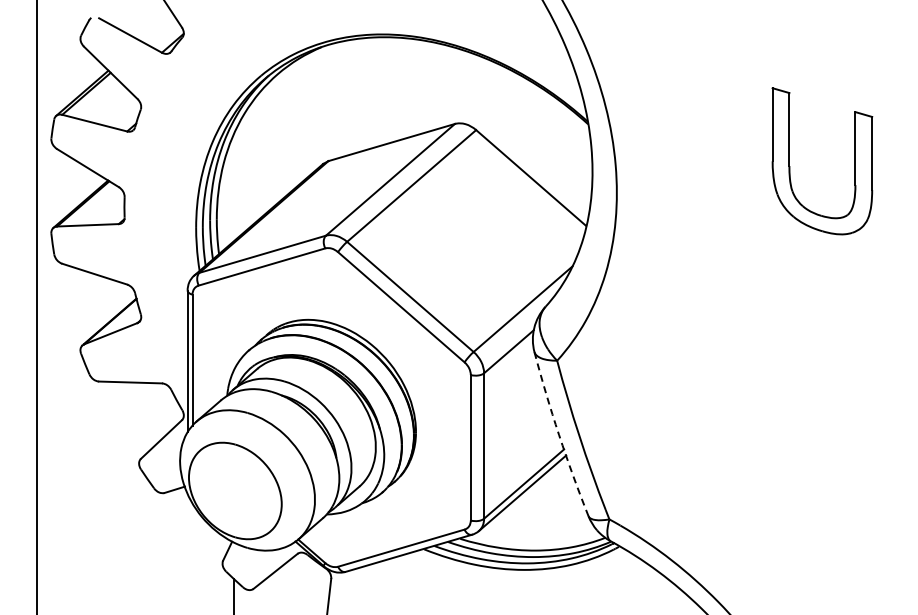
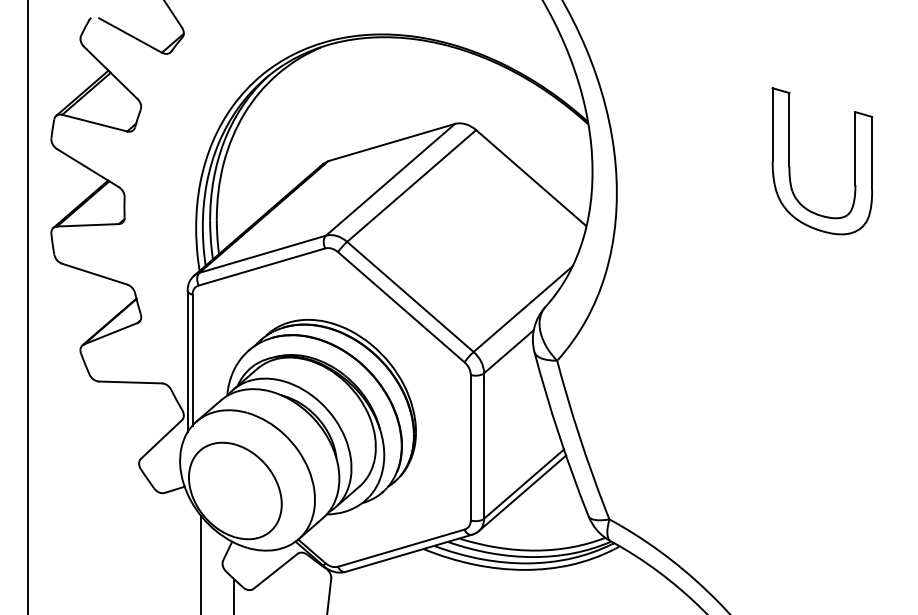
line at (36, 306) position: (36, 306) -> (27, 306)
arc at (559, 434): dashed -> solid
line at (201, 563): none -> present
